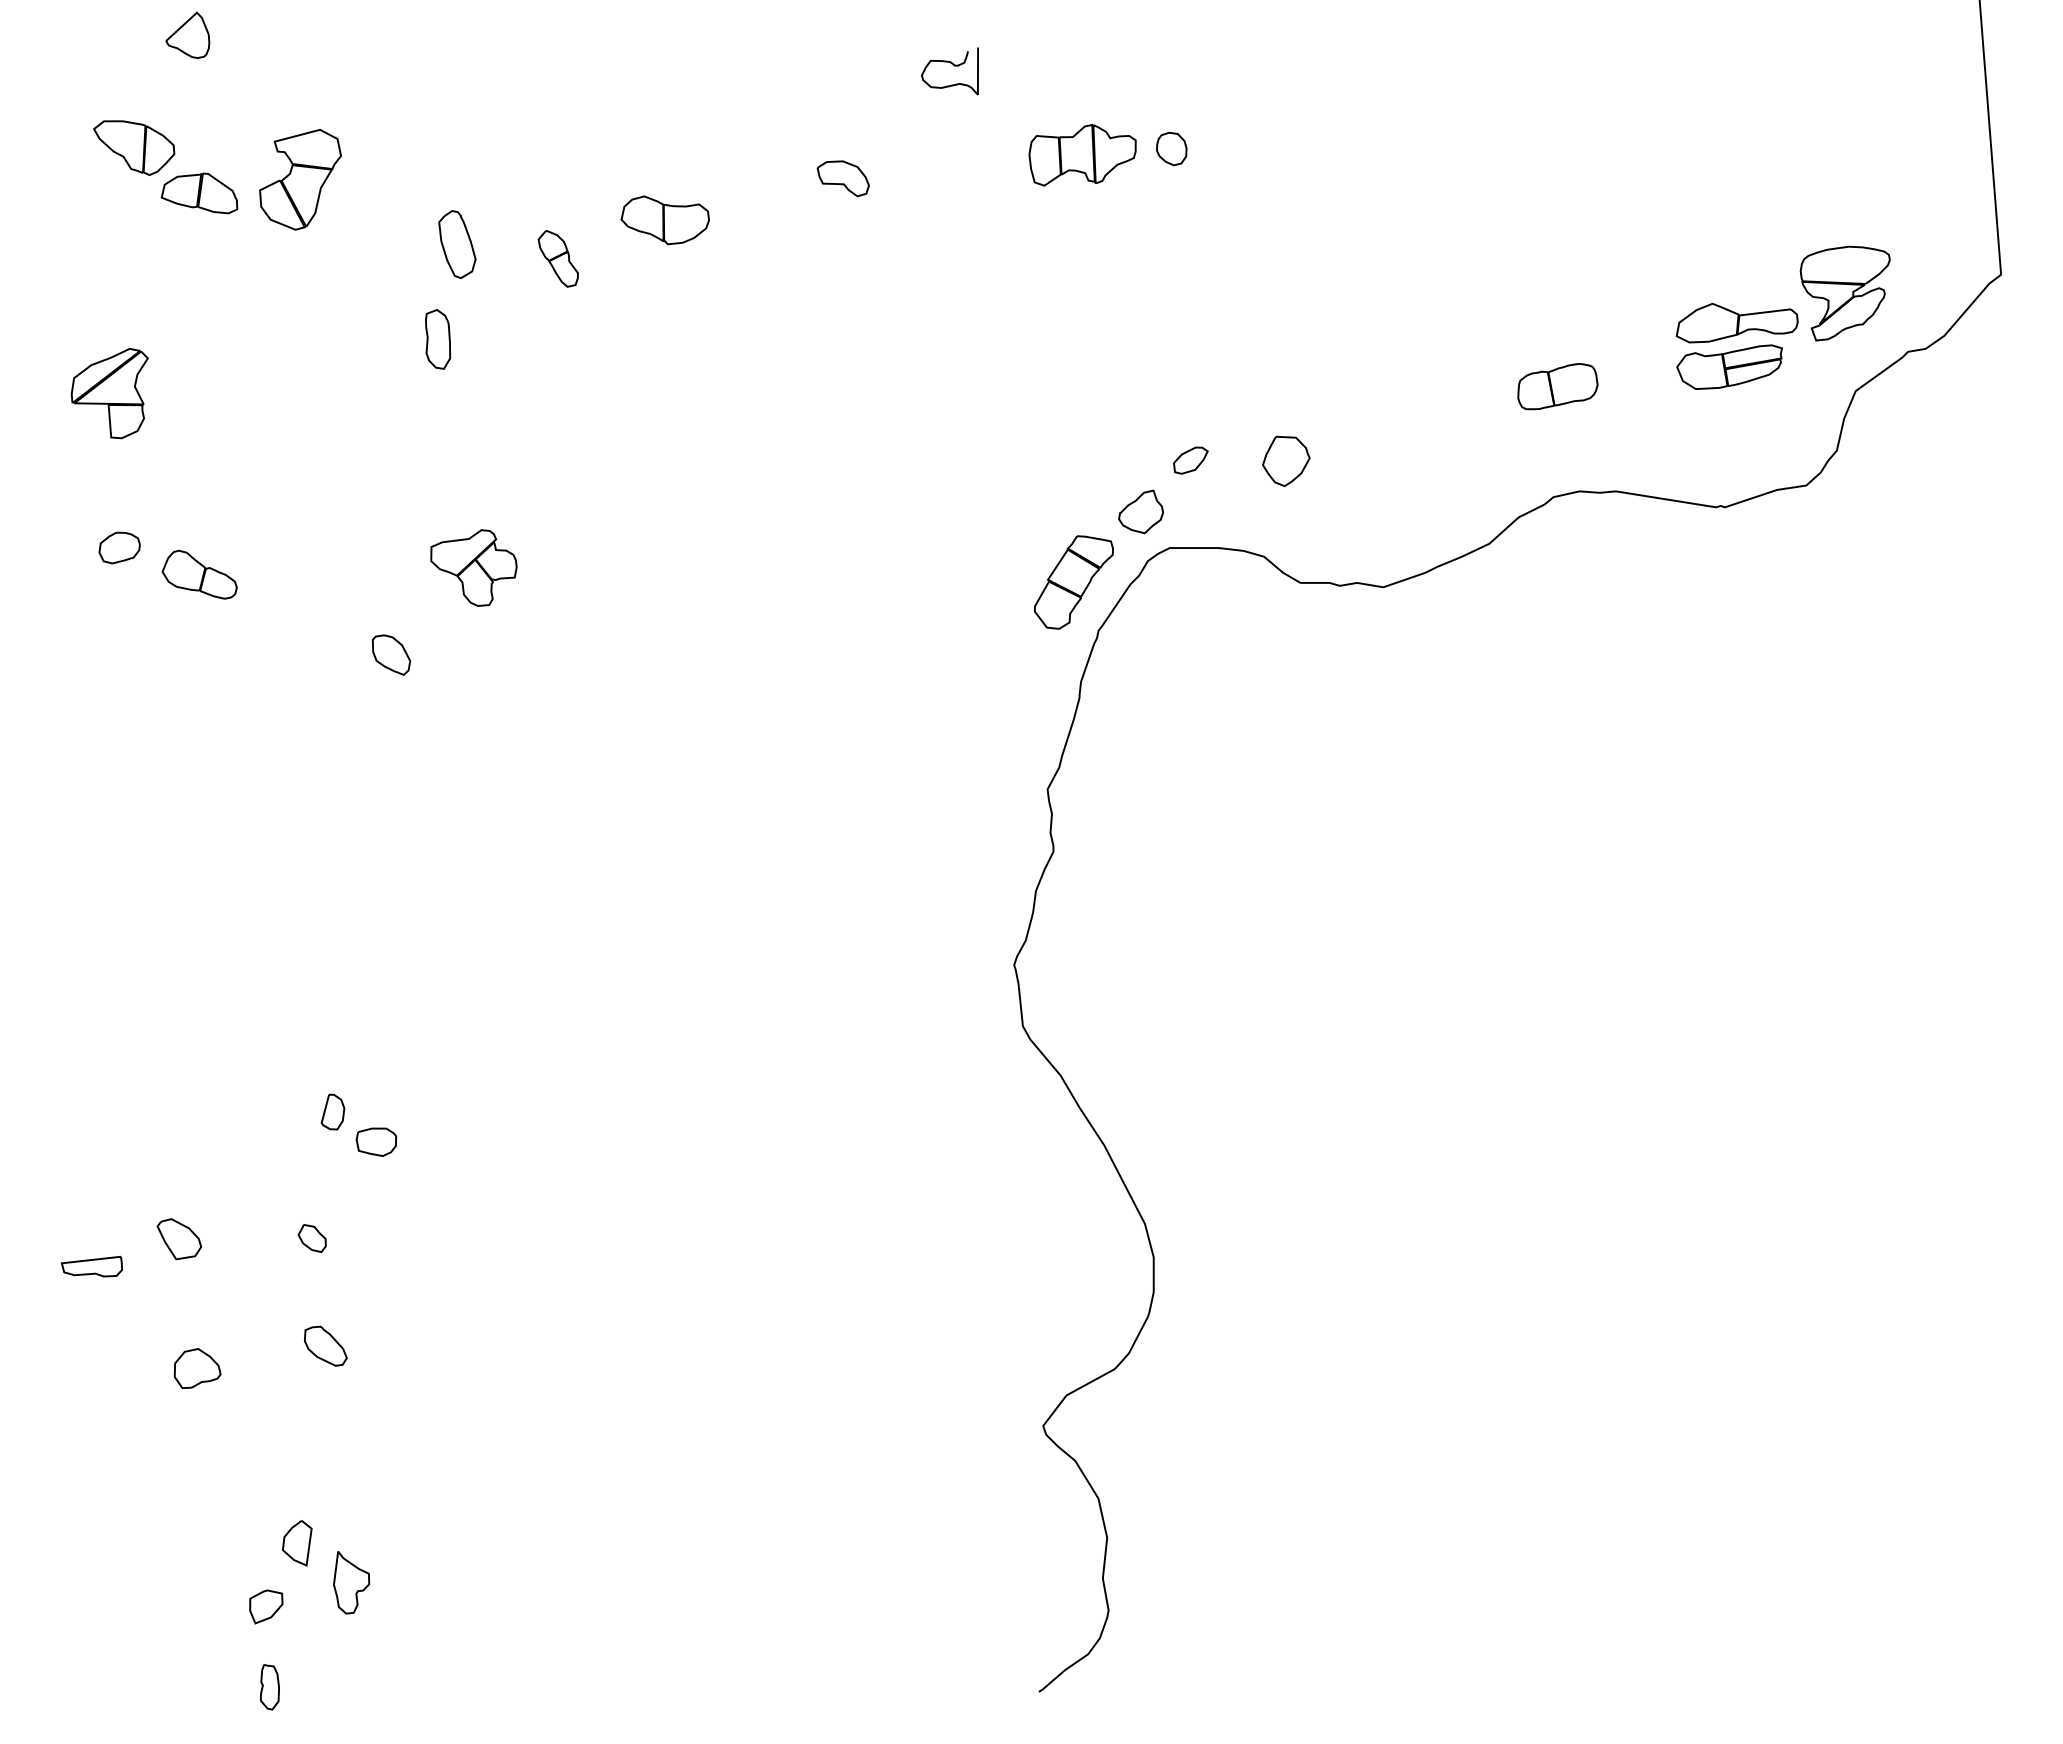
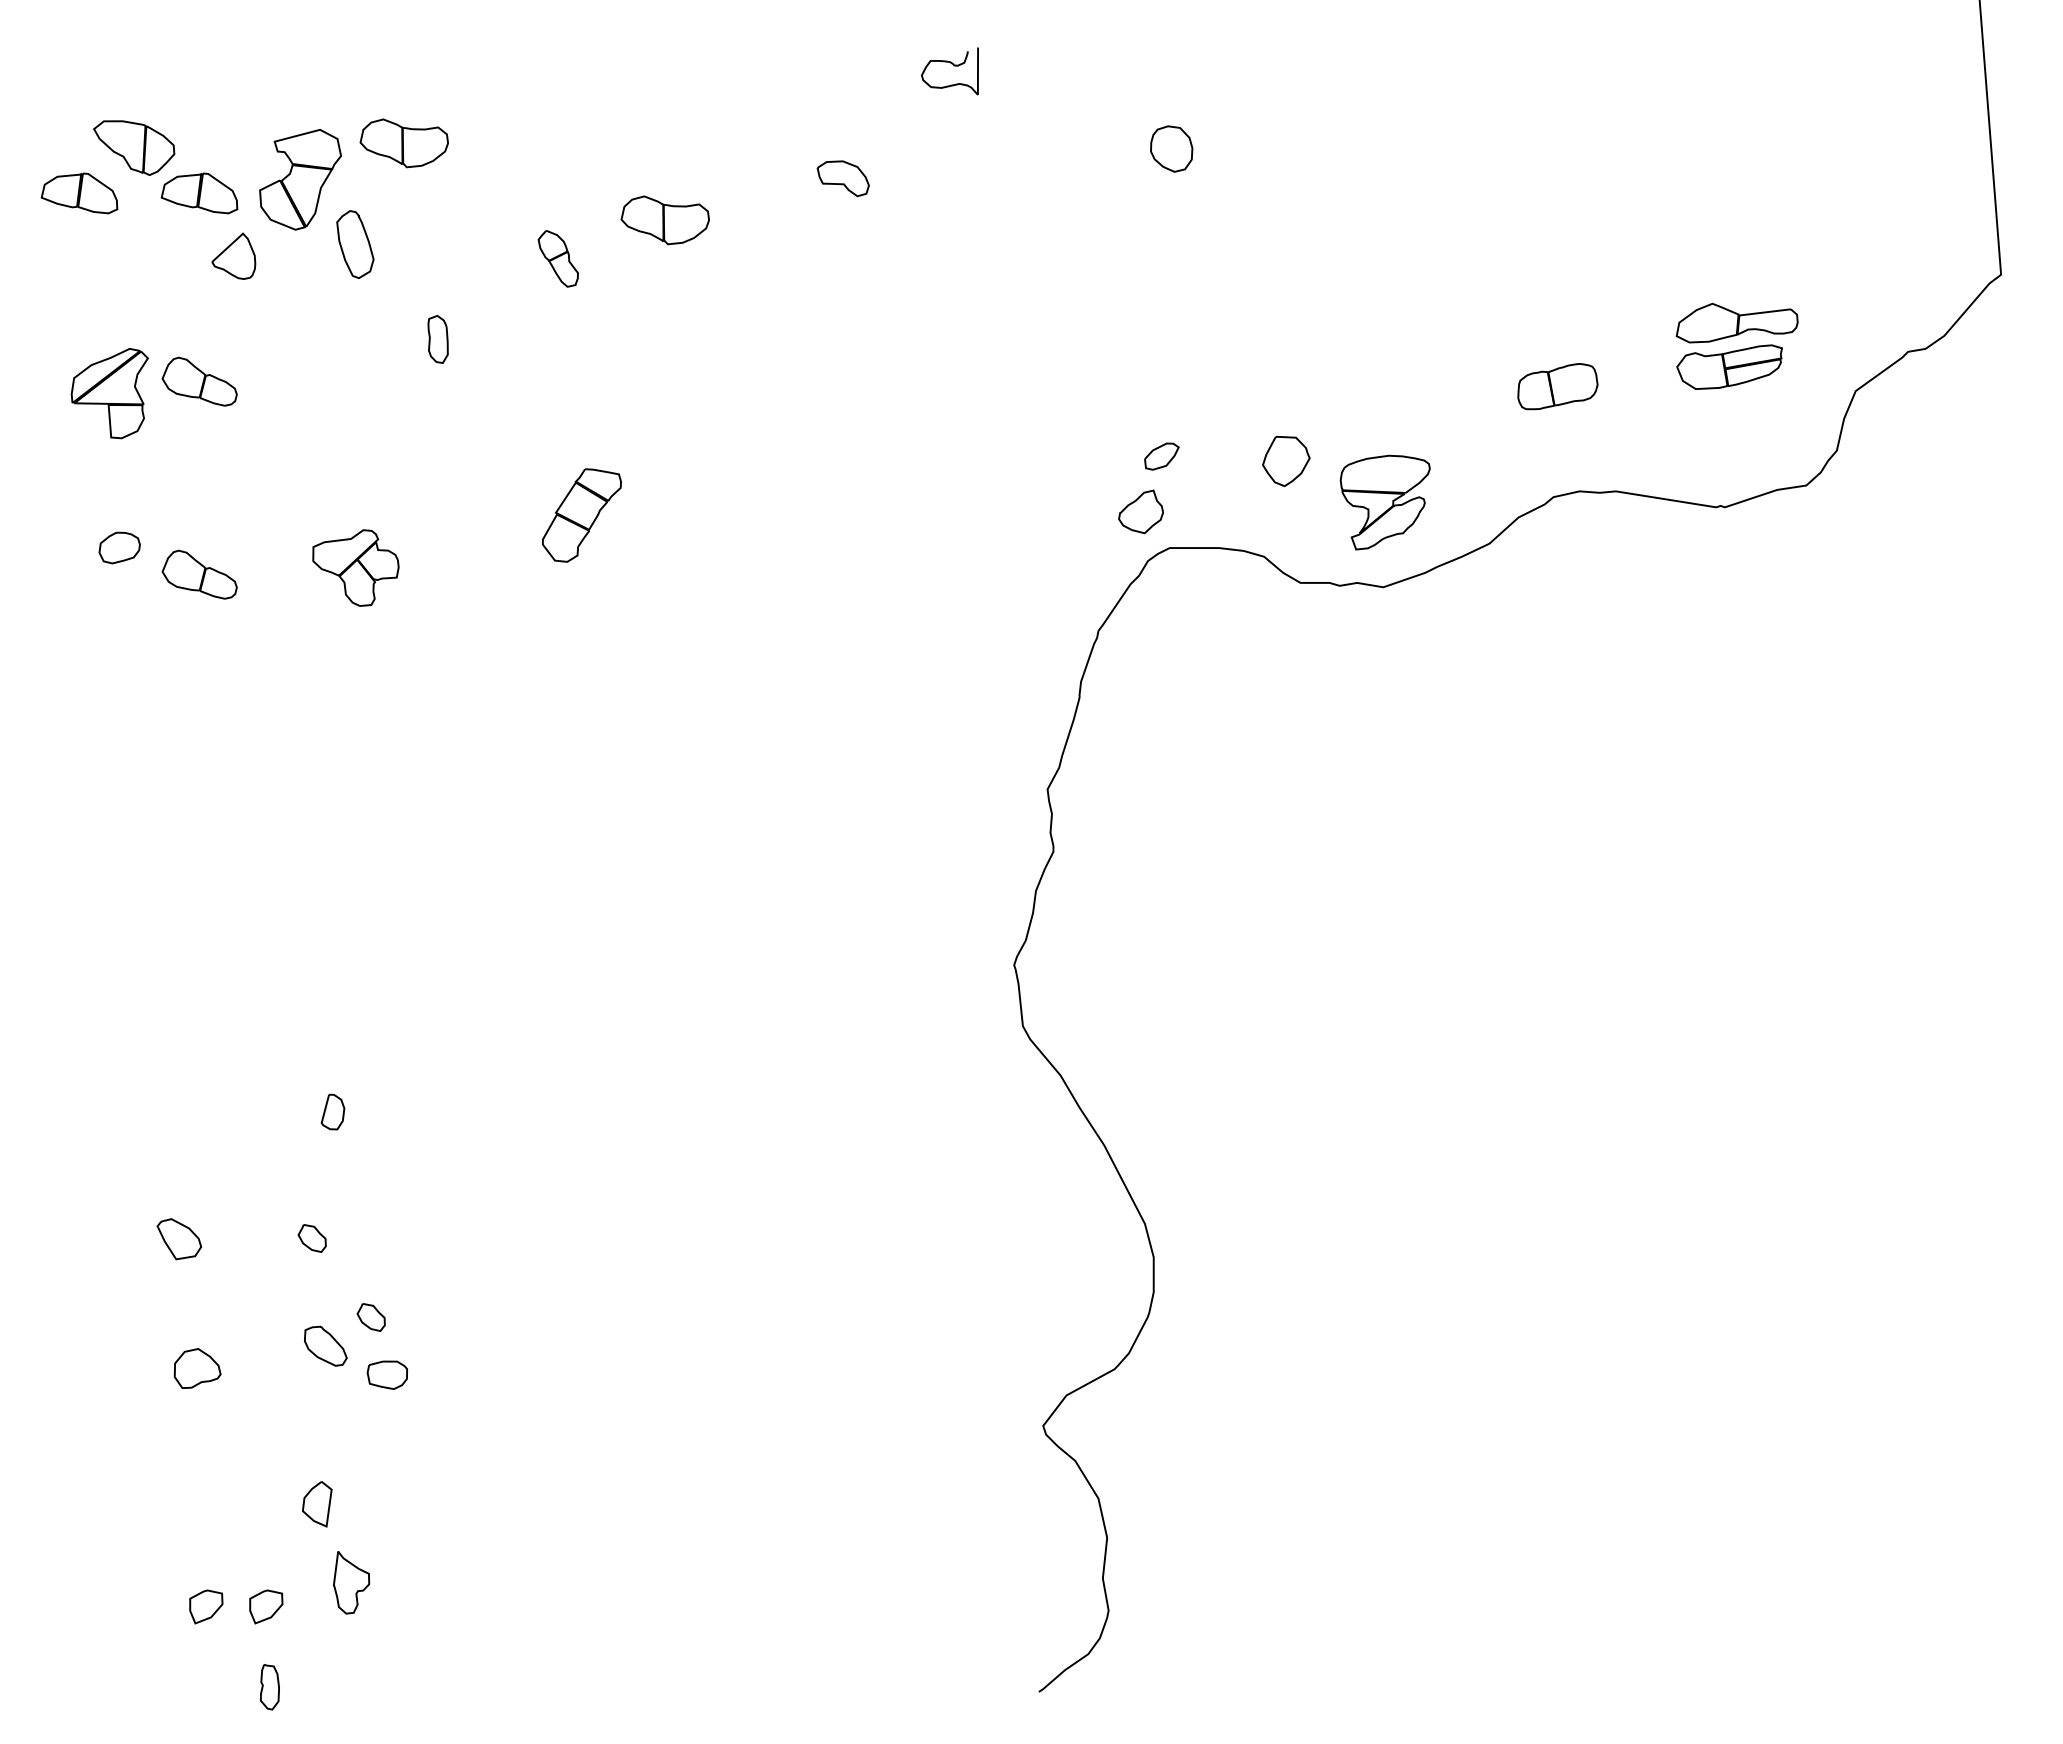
part at (187, 34) position: (187, 34) -> (233, 255)
part at (403, 143): none -> present
part at (1171, 148) size: 32x36 px -> 44x48 px
part at (1082, 155): present -> none
part at (79, 193): none -> present
part at (457, 244) position: (457, 244) -> (355, 244)
part at (1844, 293) position: (1844, 293) -> (1384, 502)
part at (438, 339) size: 27x61 px -> 22x49 px
part at (199, 381): none -> present
part at (1190, 460) position: (1190, 460) -> (1161, 456)
part at (473, 567) position: (473, 567) -> (355, 567)
part at (1073, 582) position: (1073, 582) -> (581, 515)
part at (391, 654): present -> none
part at (375, 1141) position: (375, 1141) -> (386, 1374)
part at (91, 1266): present -> none
part at (370, 1317): none -> present
part at (297, 1543) position: (297, 1543) -> (317, 1504)
part at (206, 1606): none -> present
